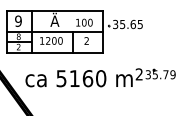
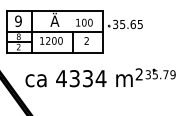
text at (81, 78): 5160 -> 4334
